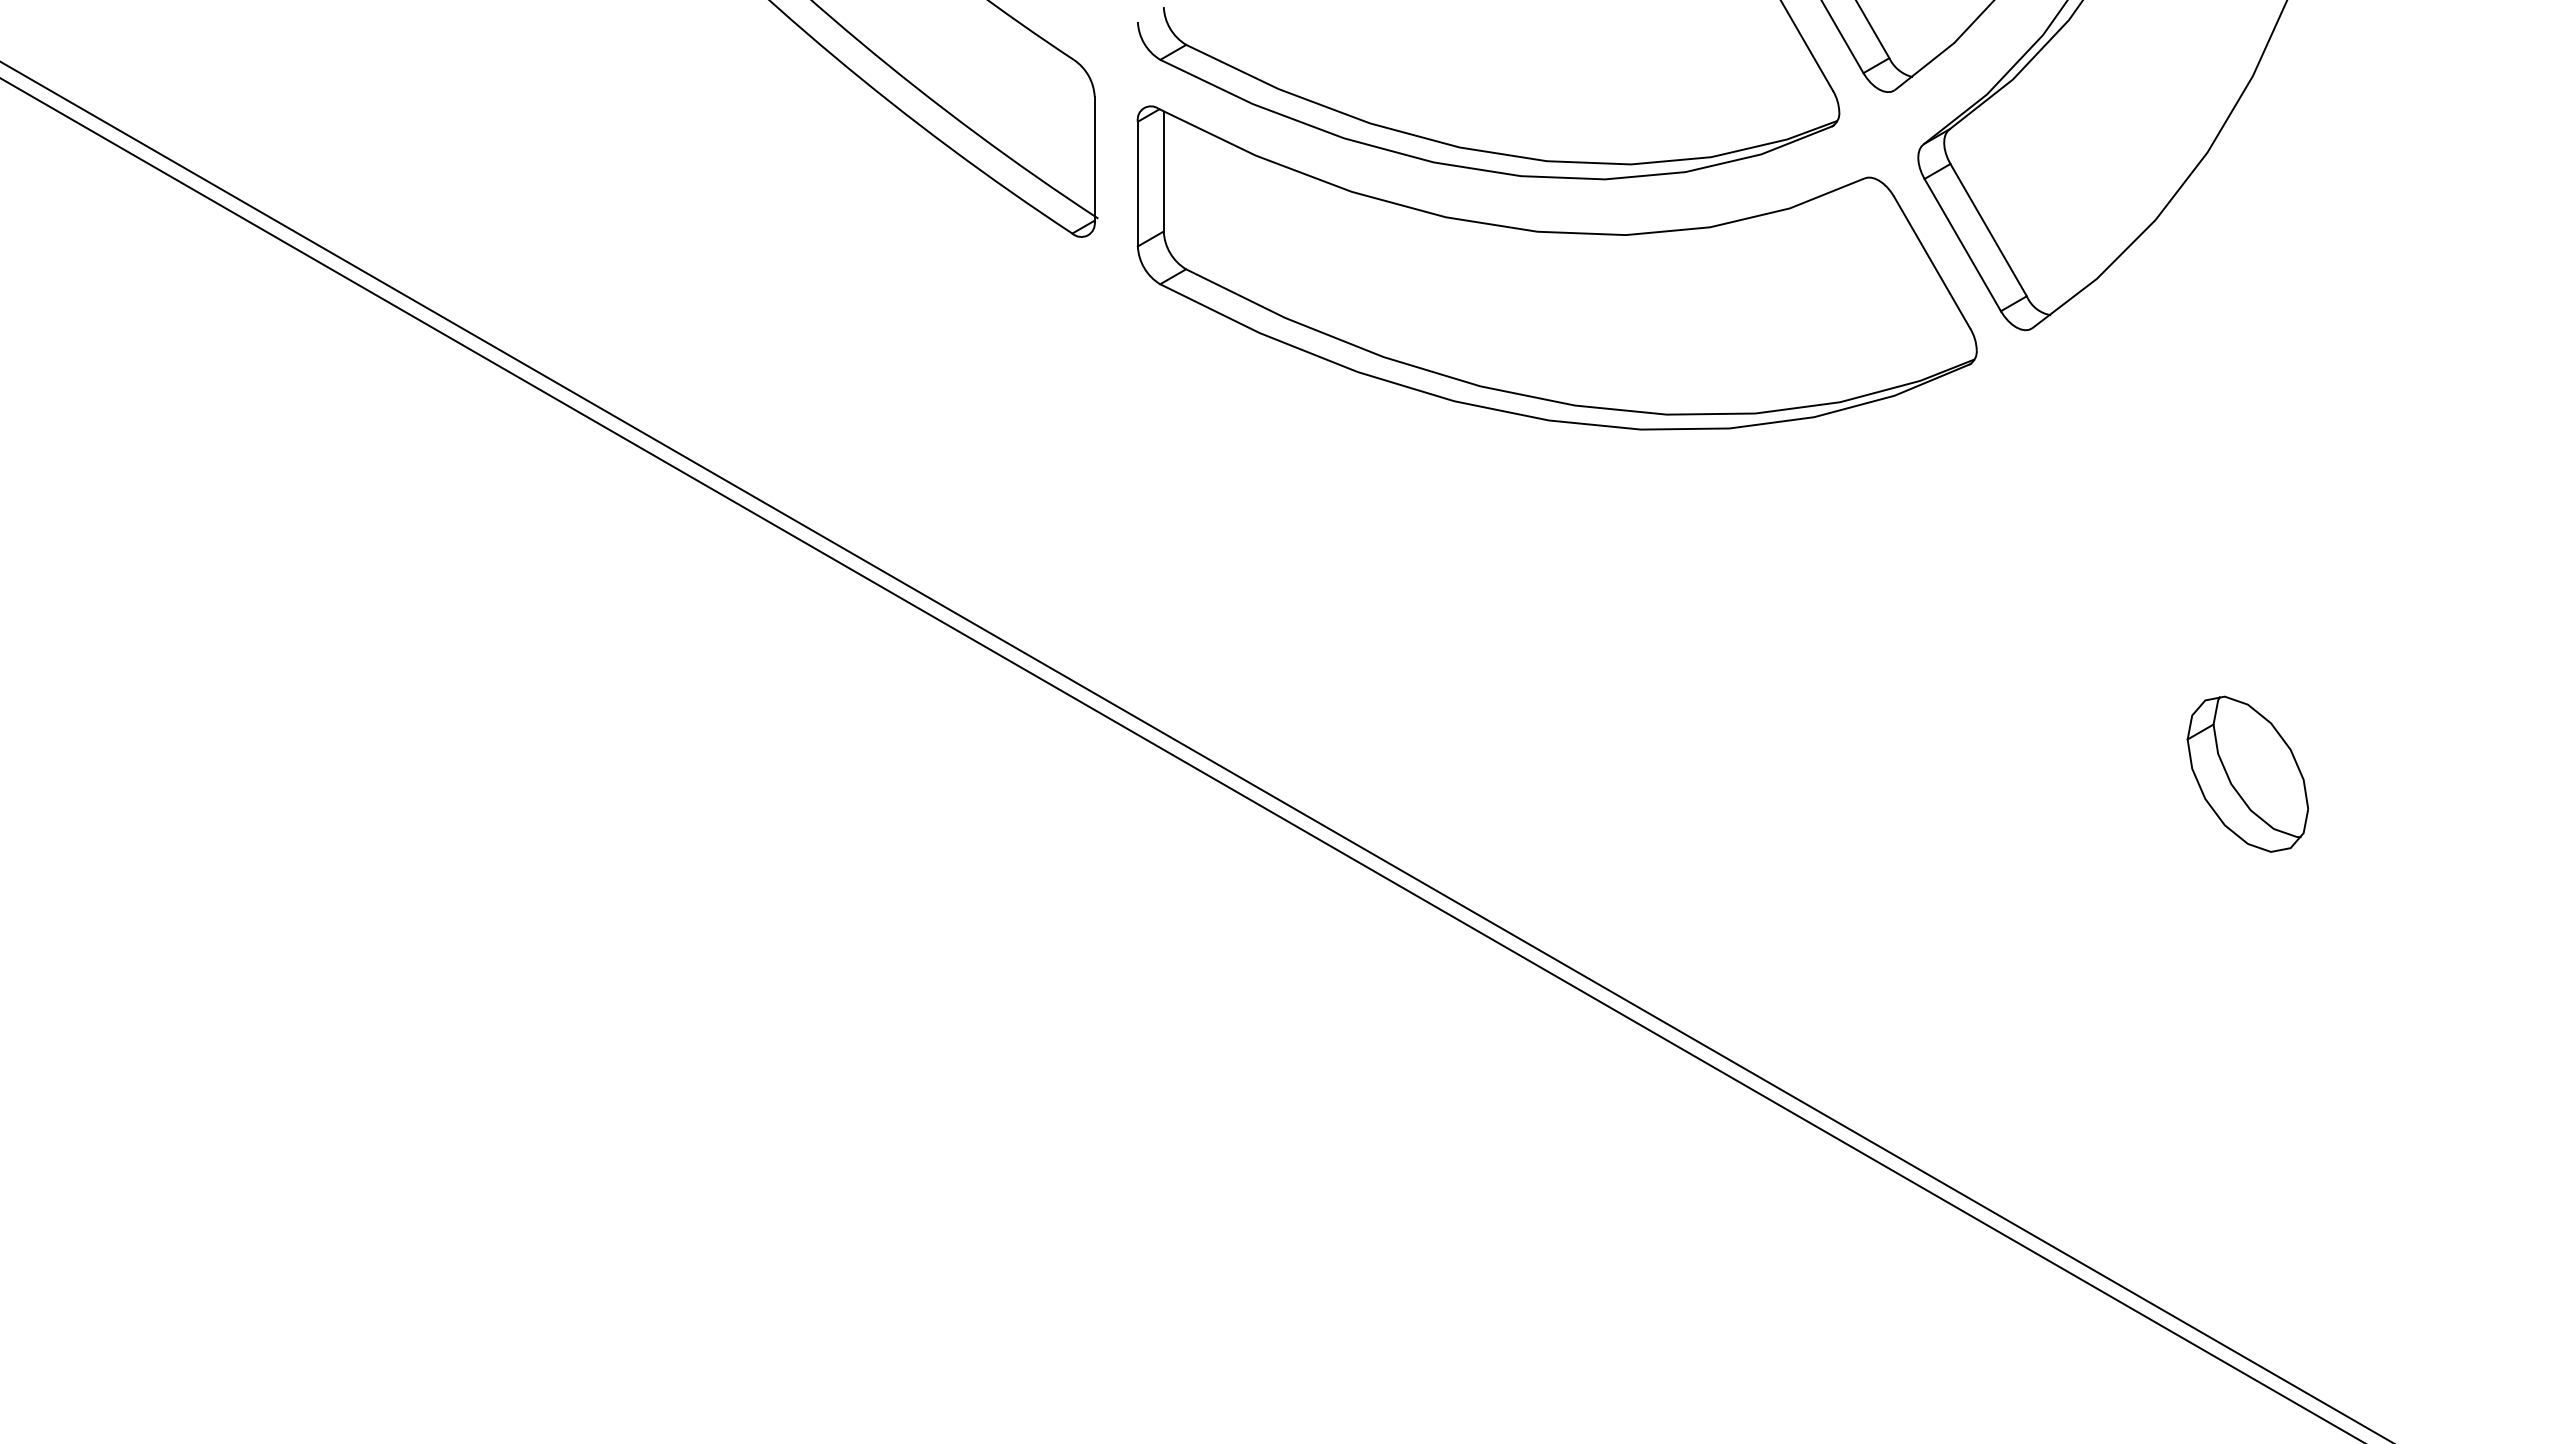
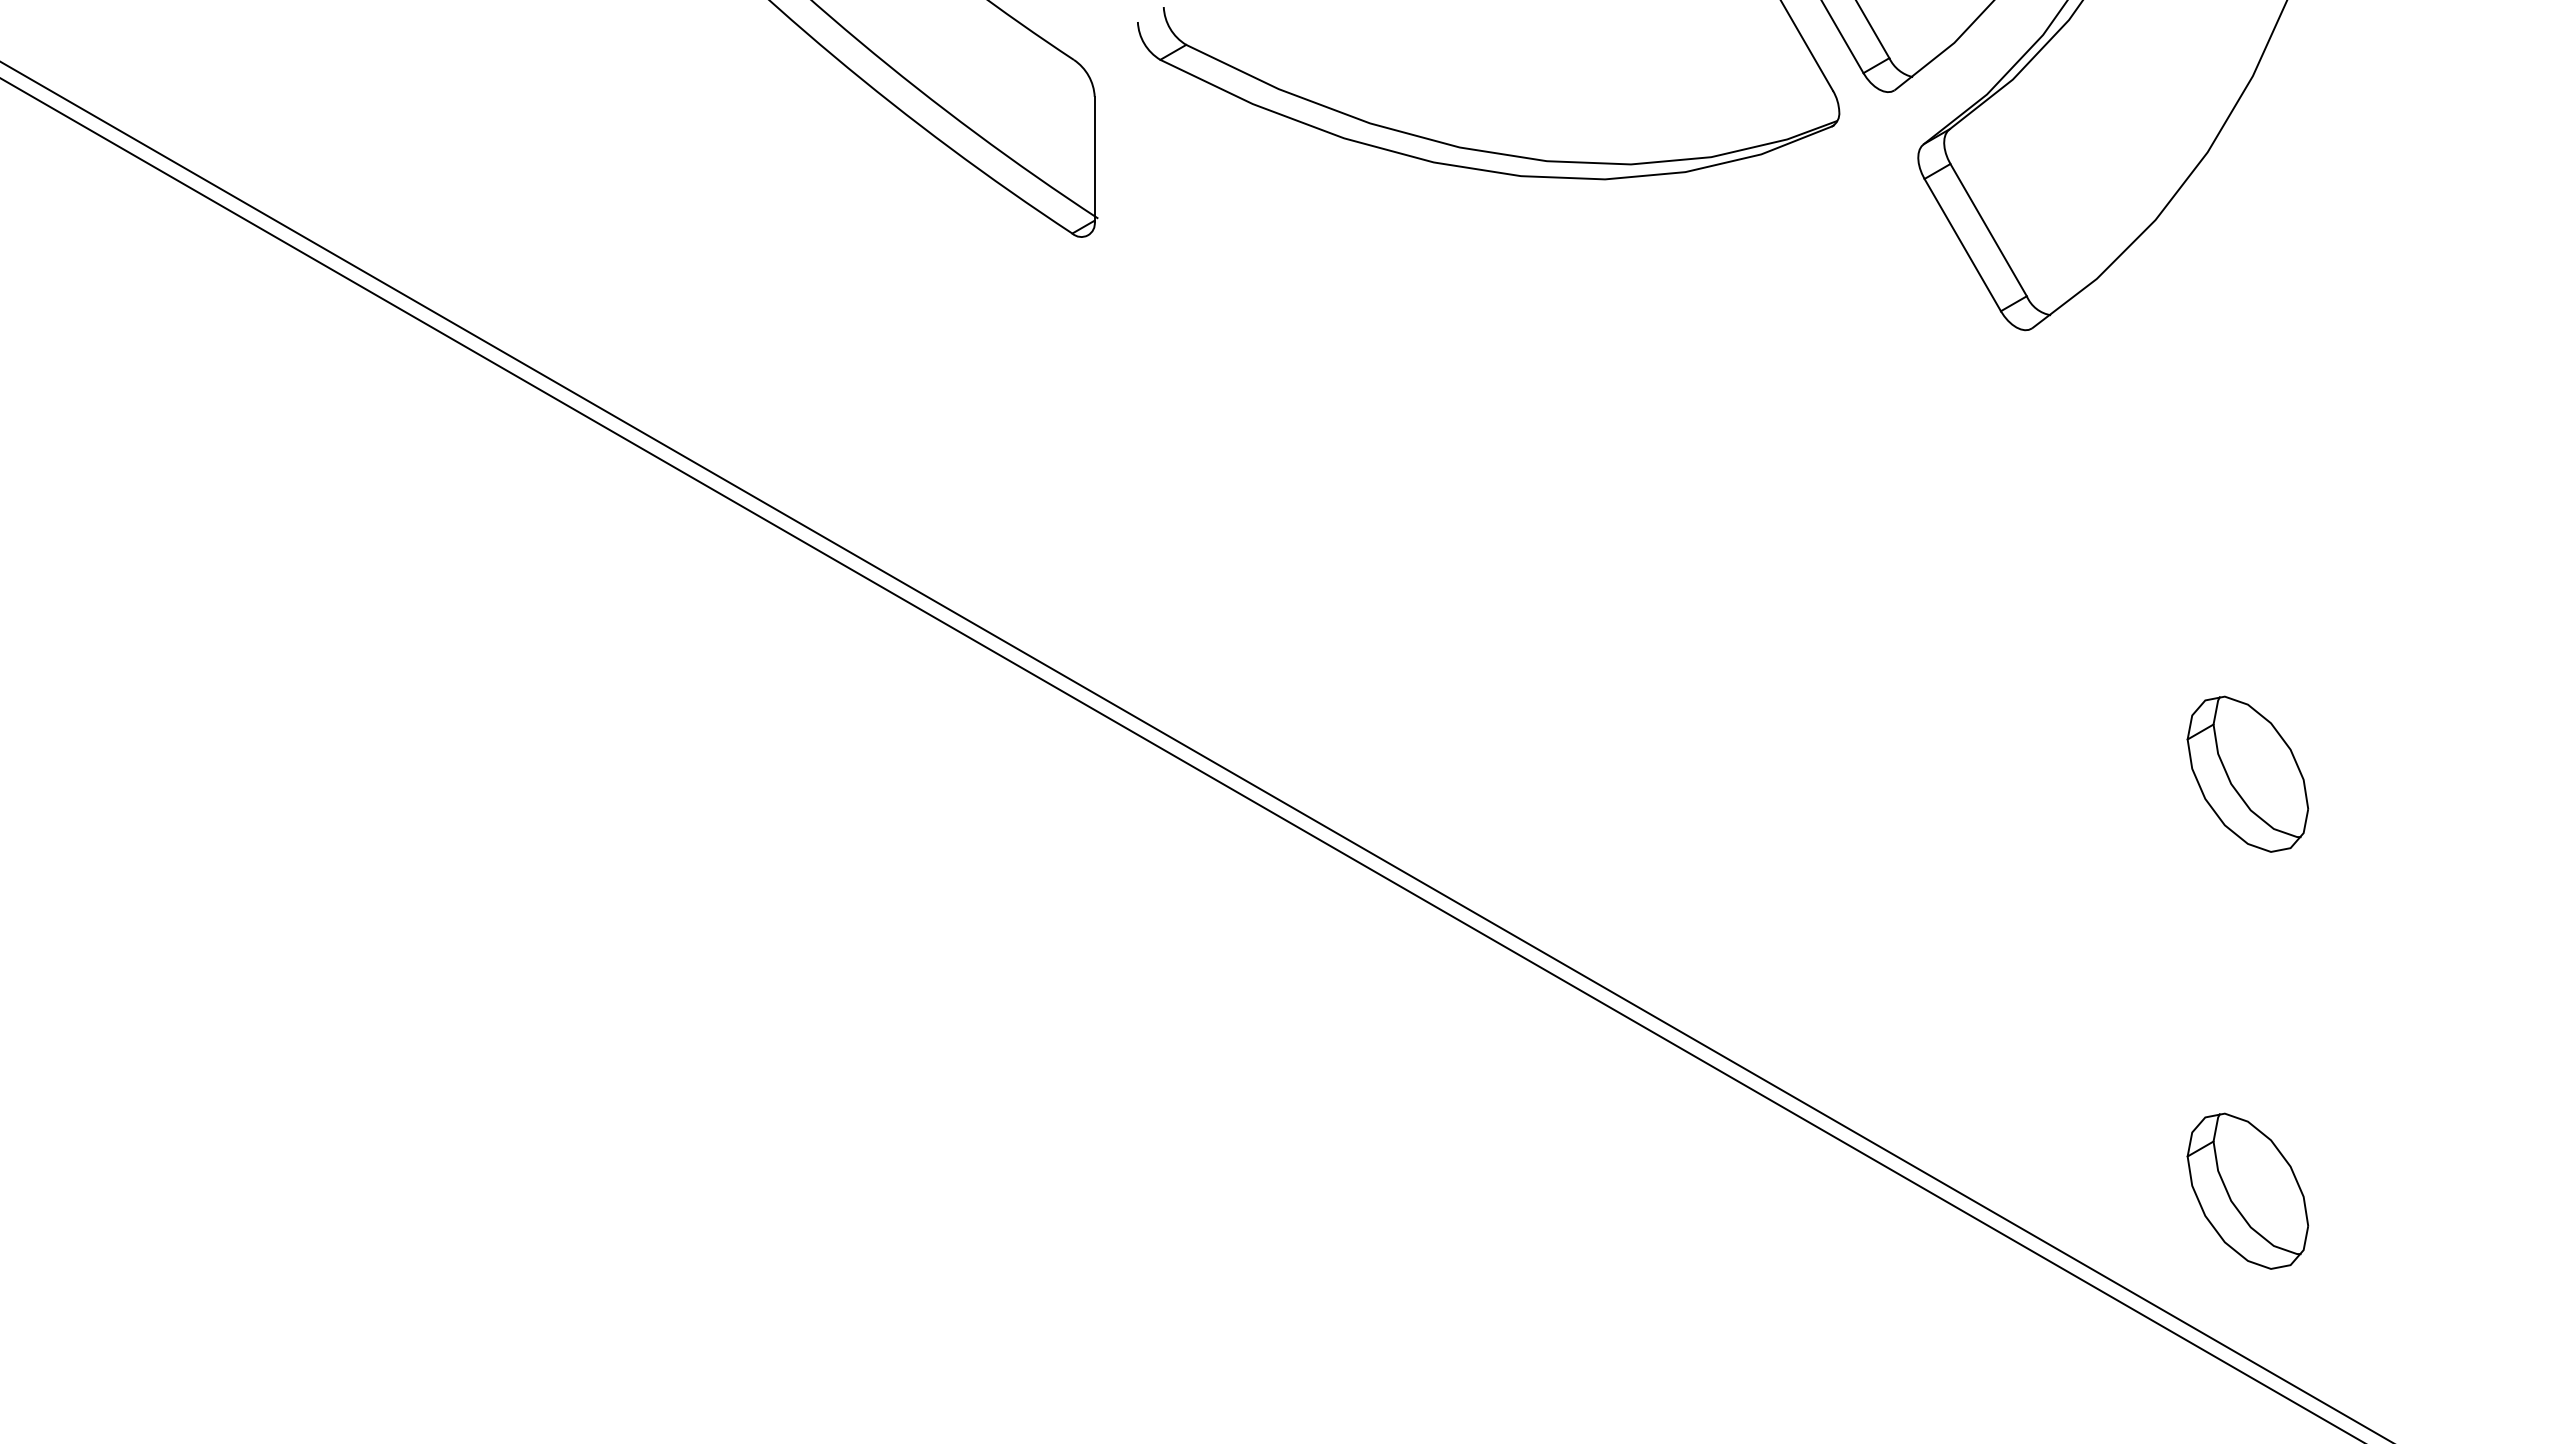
part at (1556, 267): present -> none
part at (2247, 1190): none -> present
